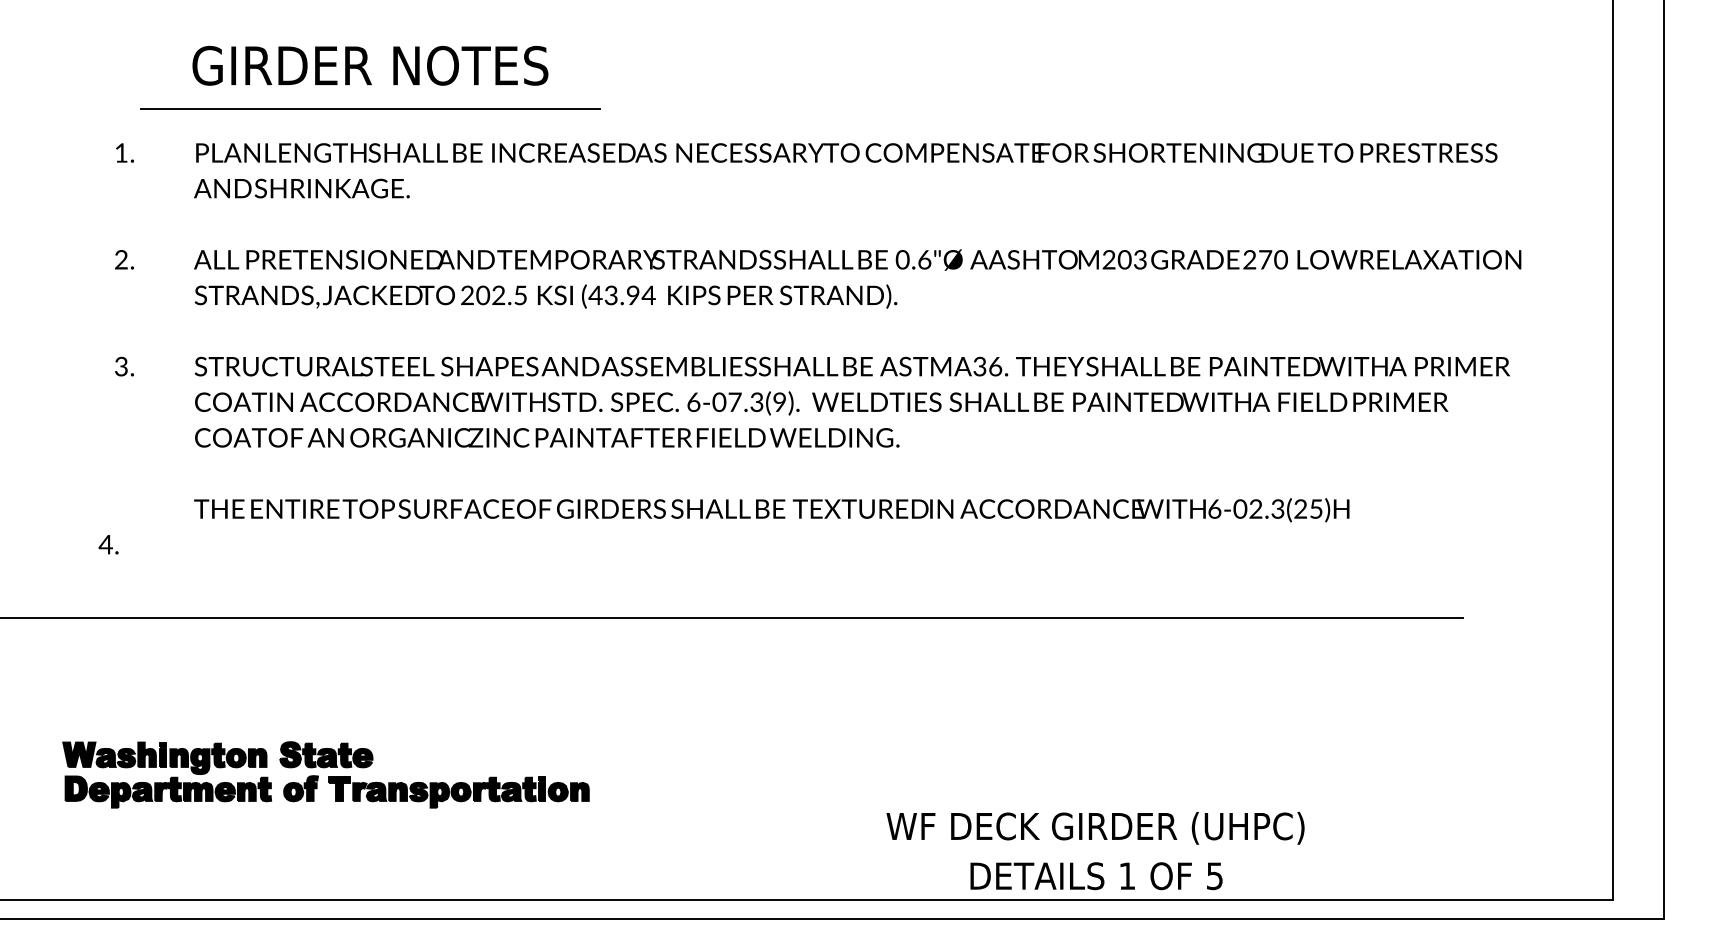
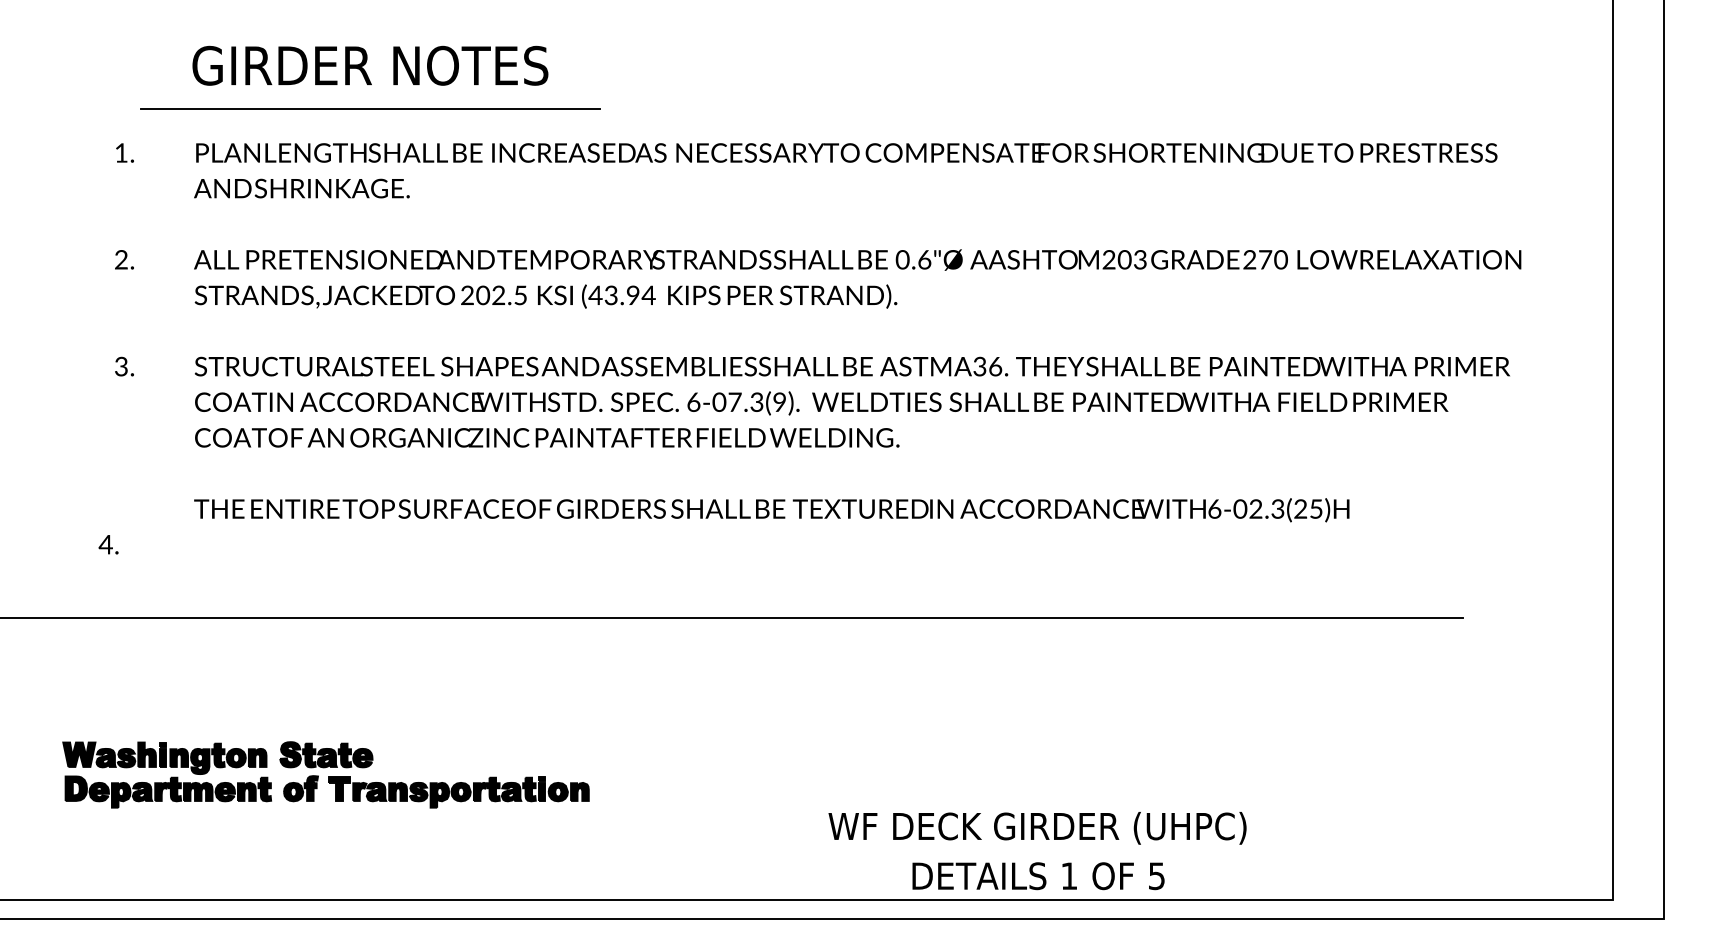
text at (1095, 851) position: (1095, 851) -> (1037, 851)
